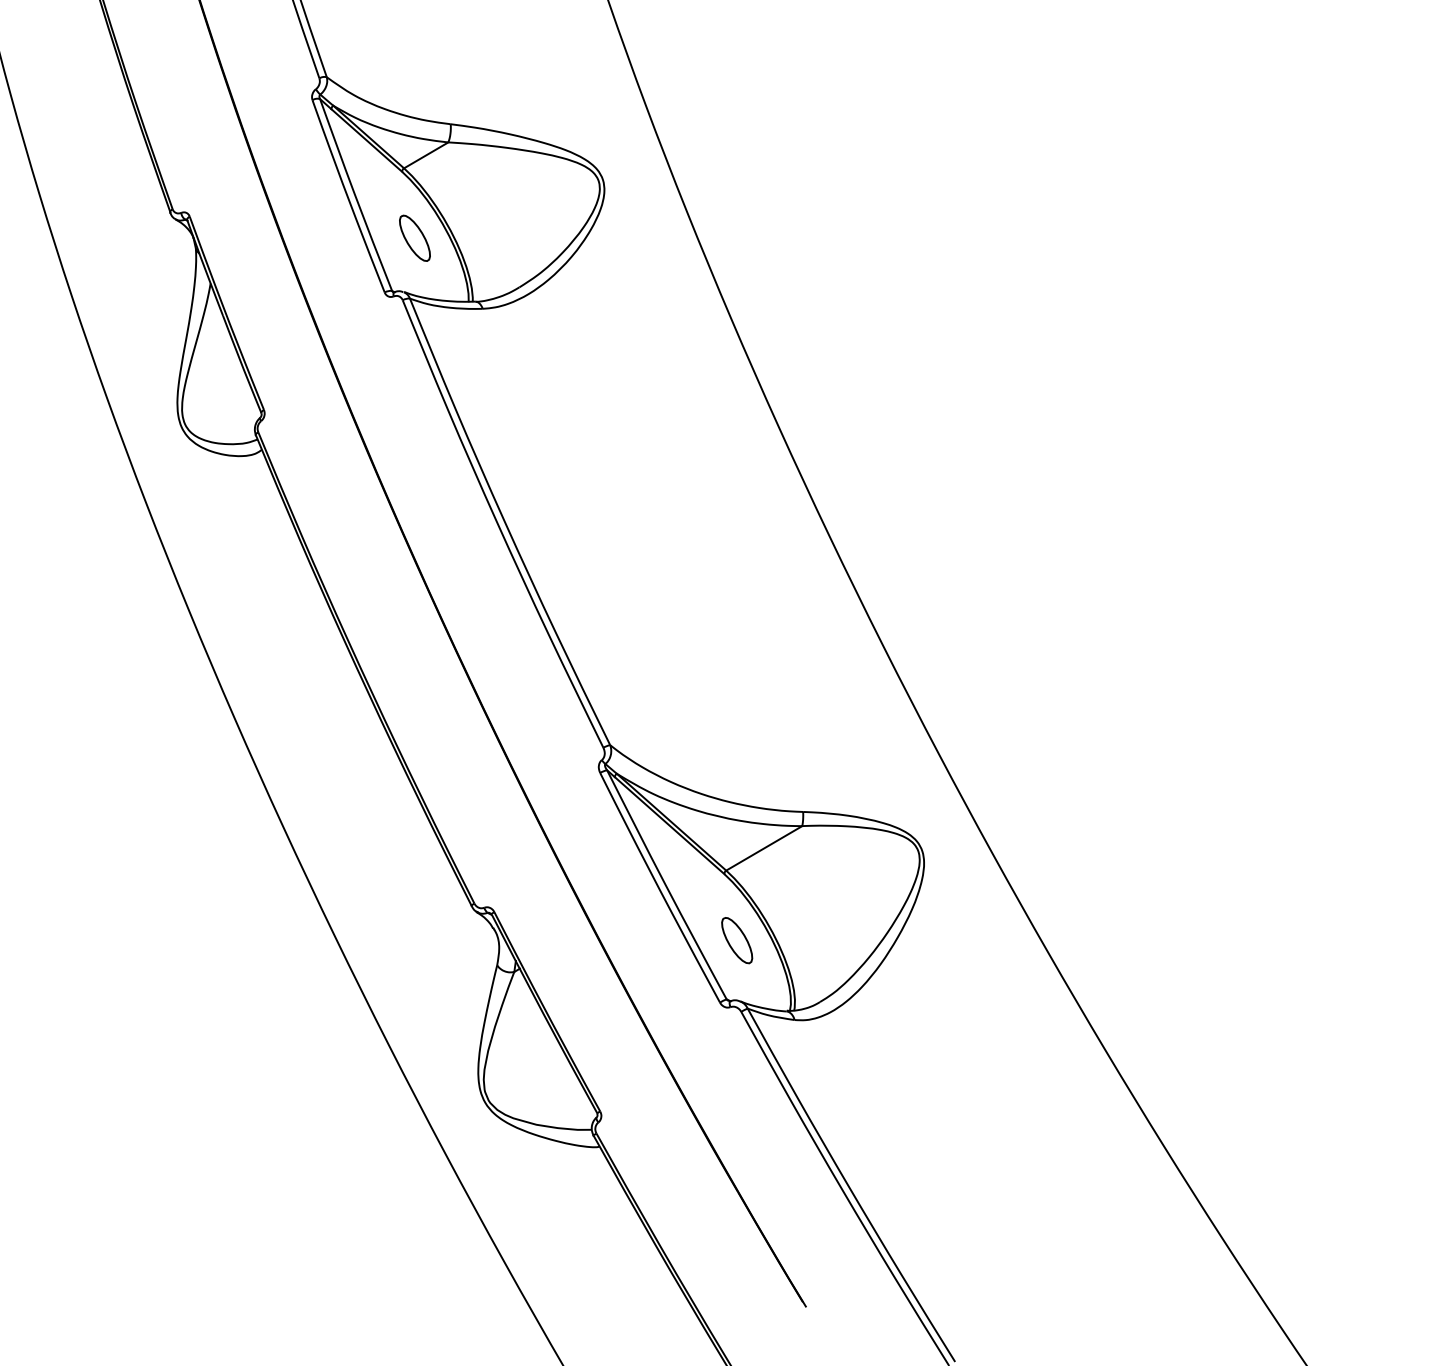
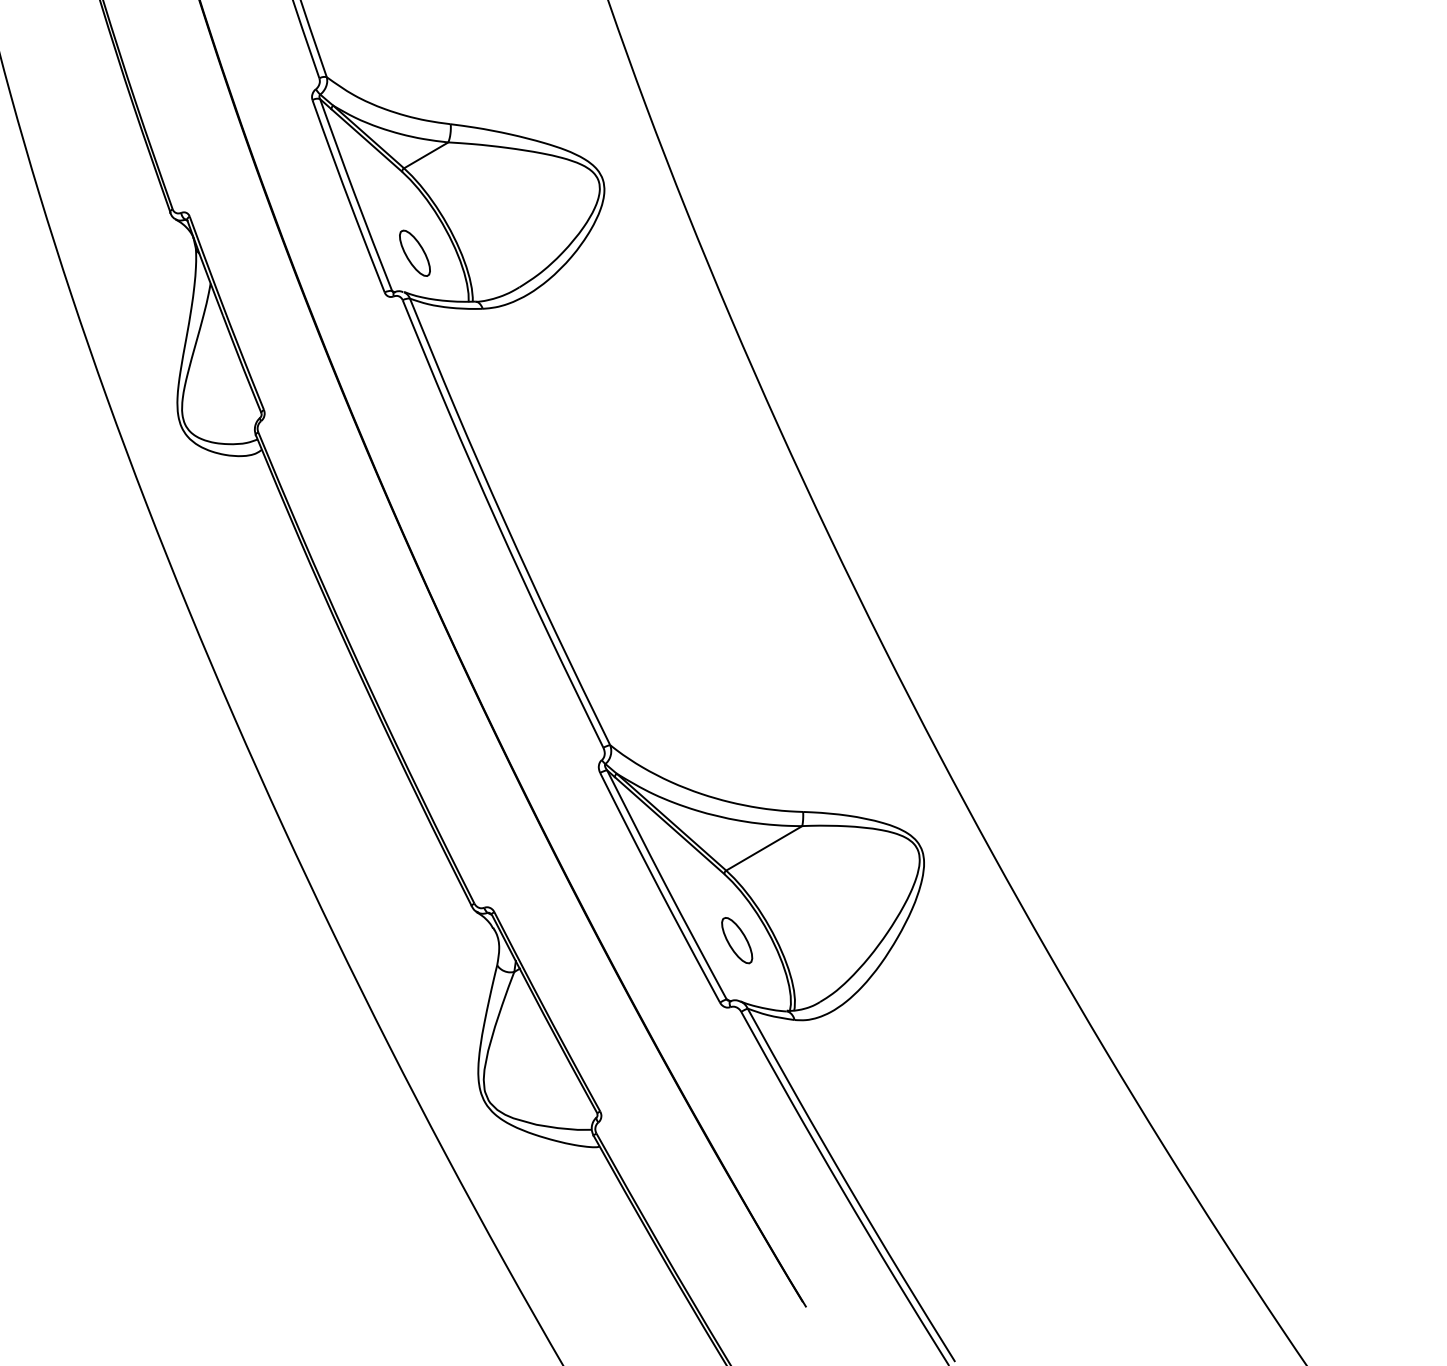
part at (414, 237) position: (414, 237) -> (414, 252)
